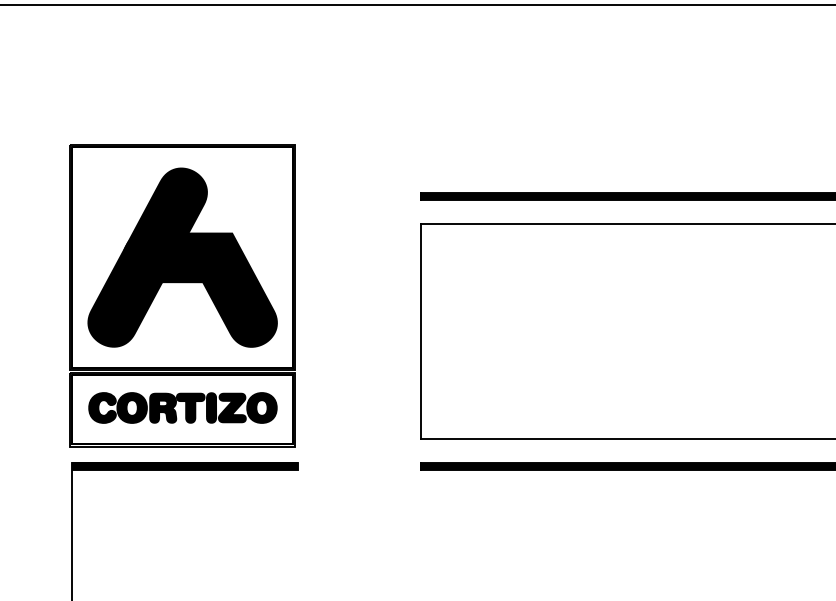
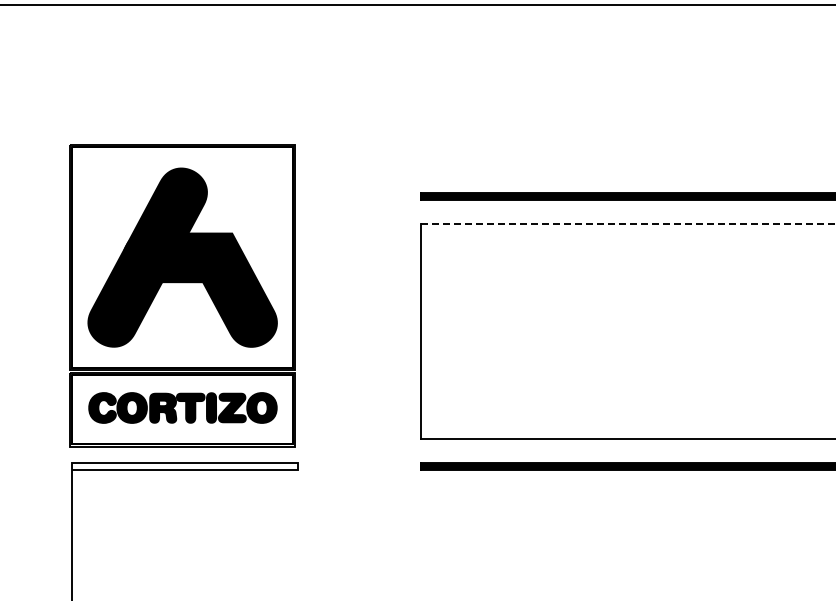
line at (628, 223): solid -> dashed
hatch at (184, 466): present -> none
